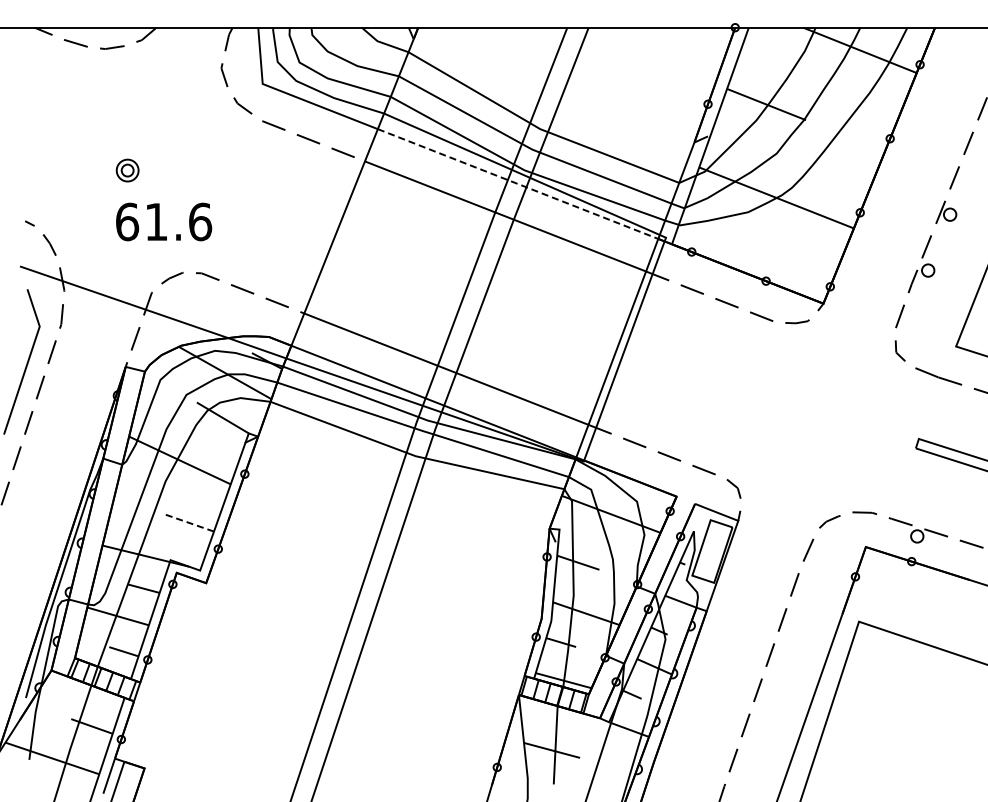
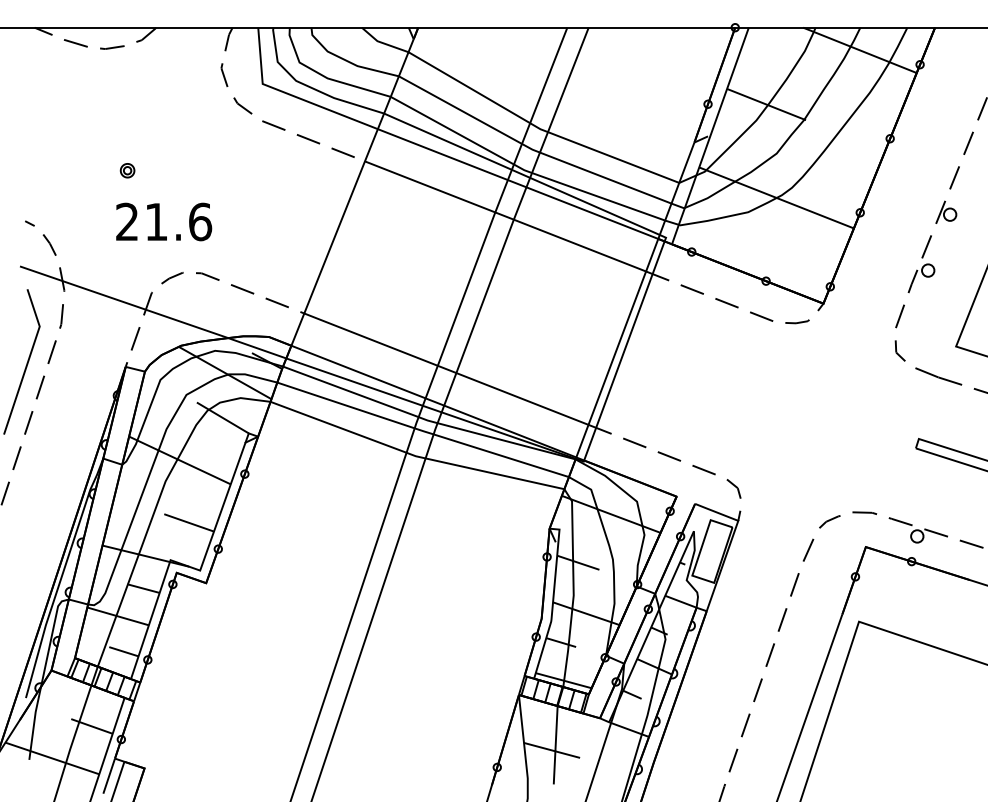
part at (127, 170) size: 25x25 px -> 17x16 px
line at (518, 184): dashed -> solid
text at (127, 221): 61.6 -> 21.6
line at (188, 522): dashed -> solid
